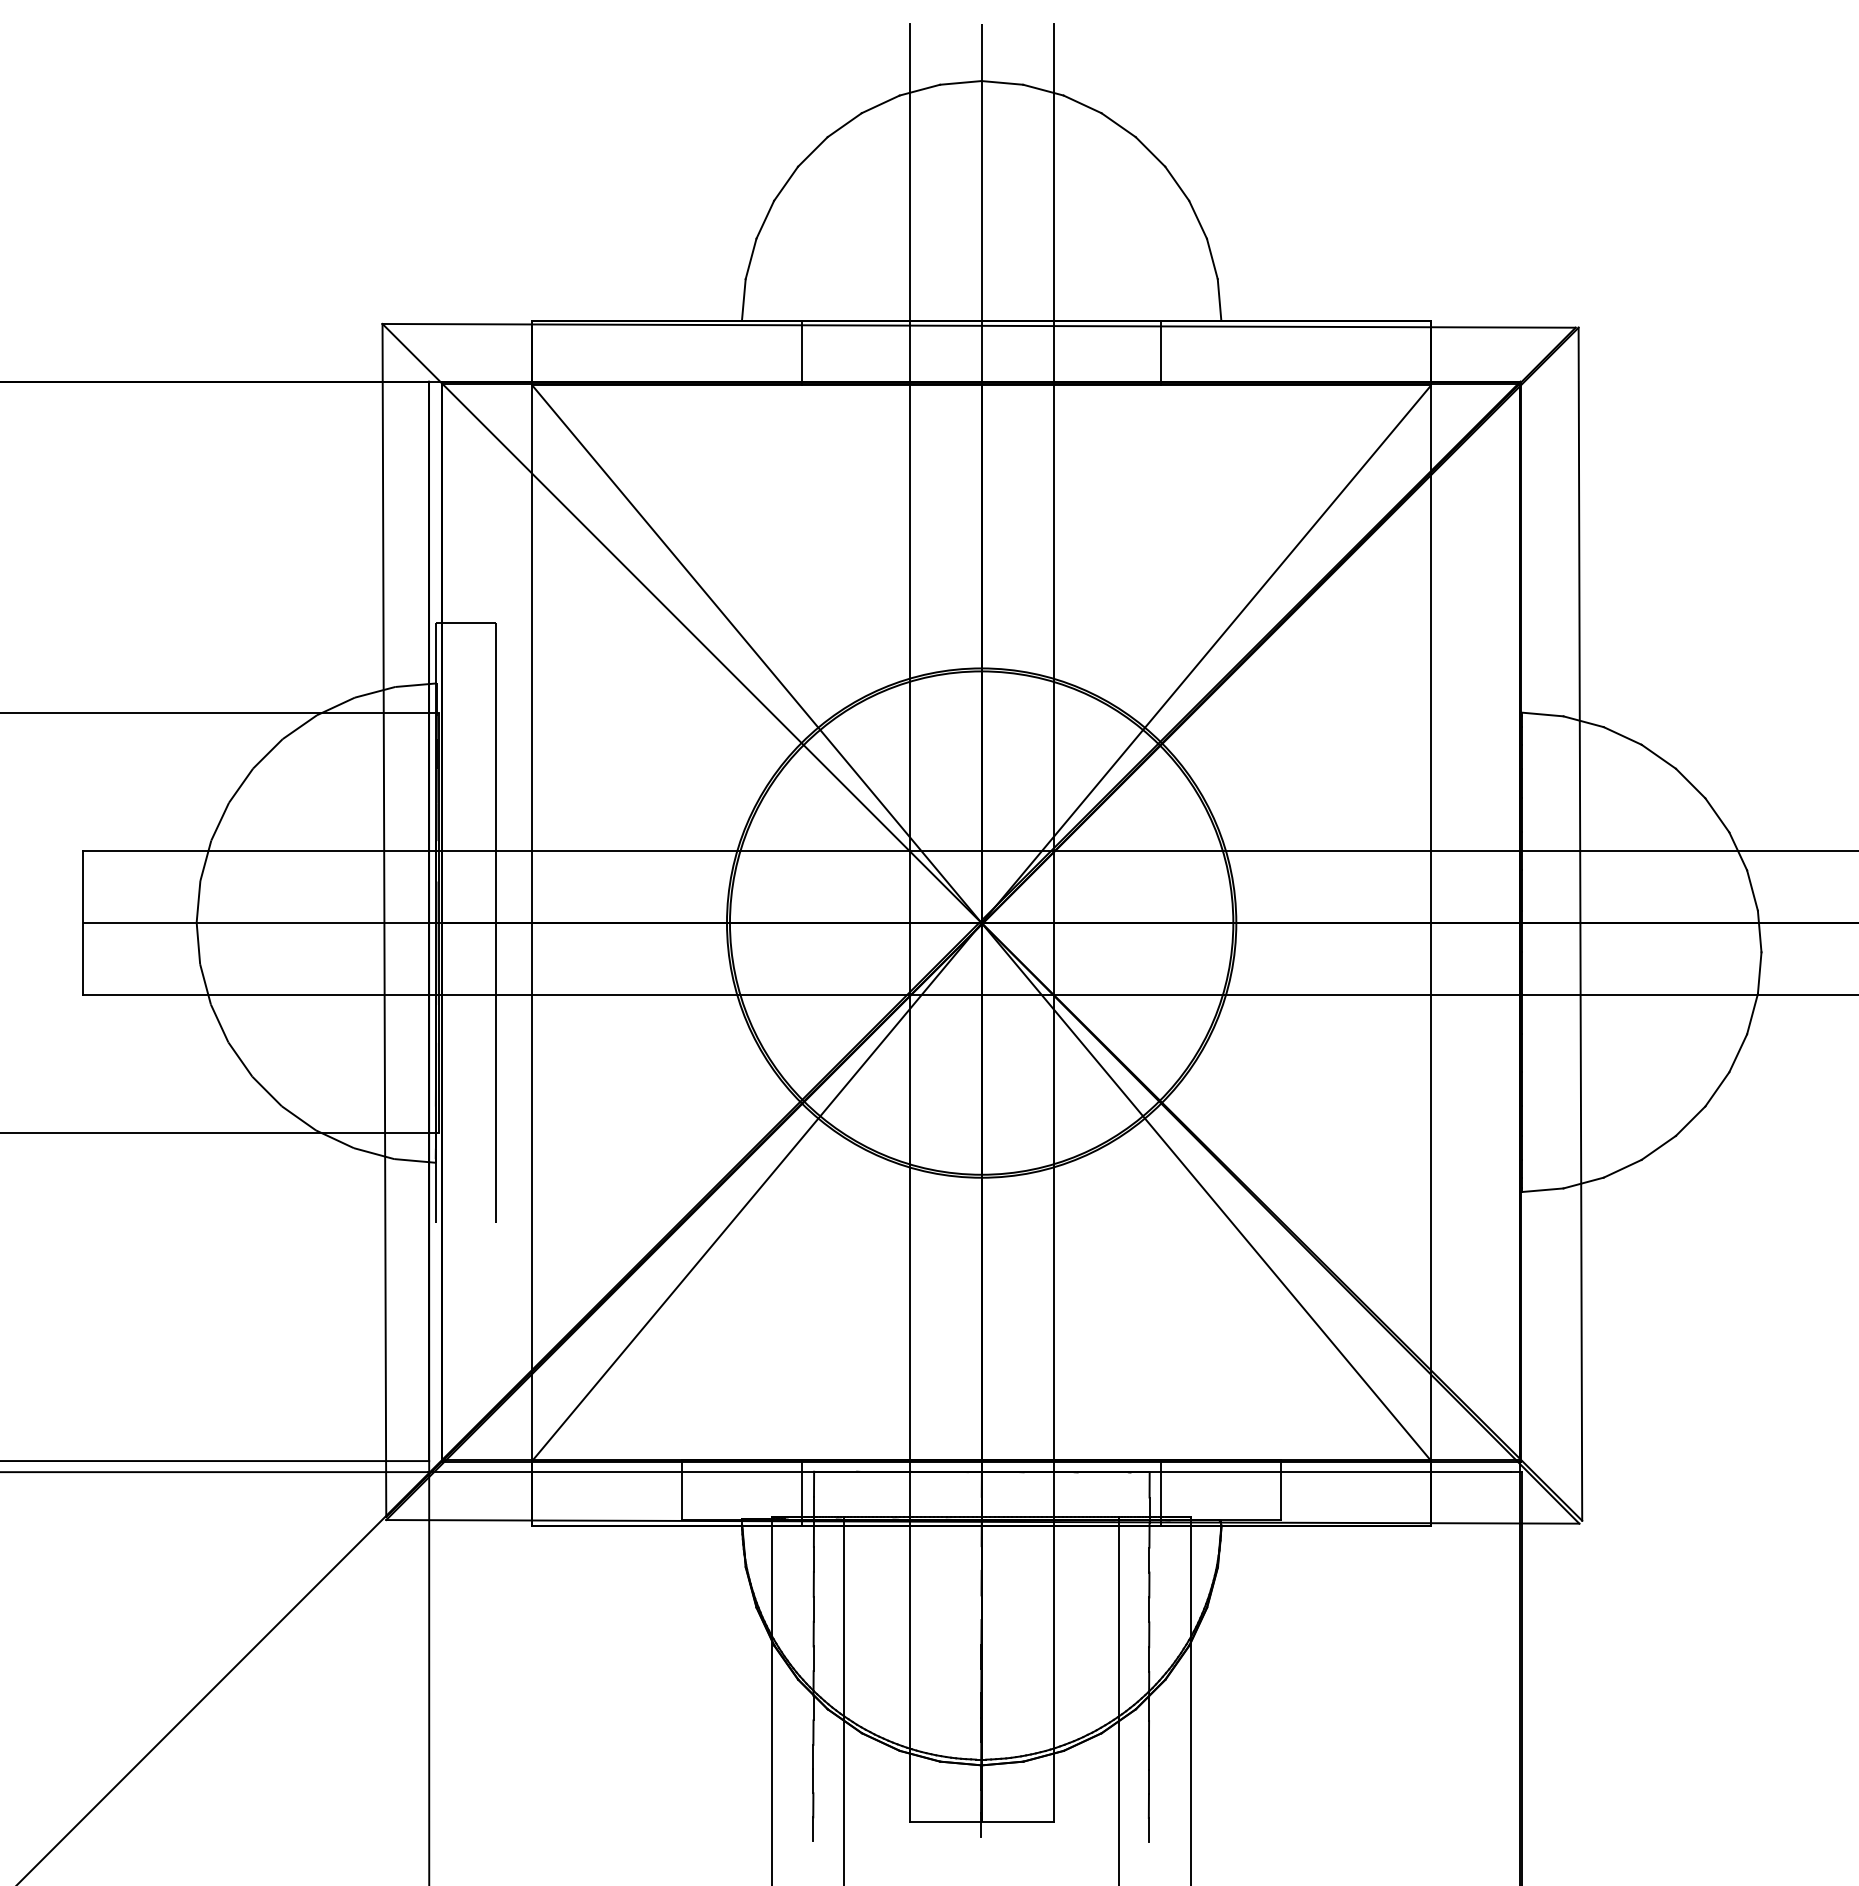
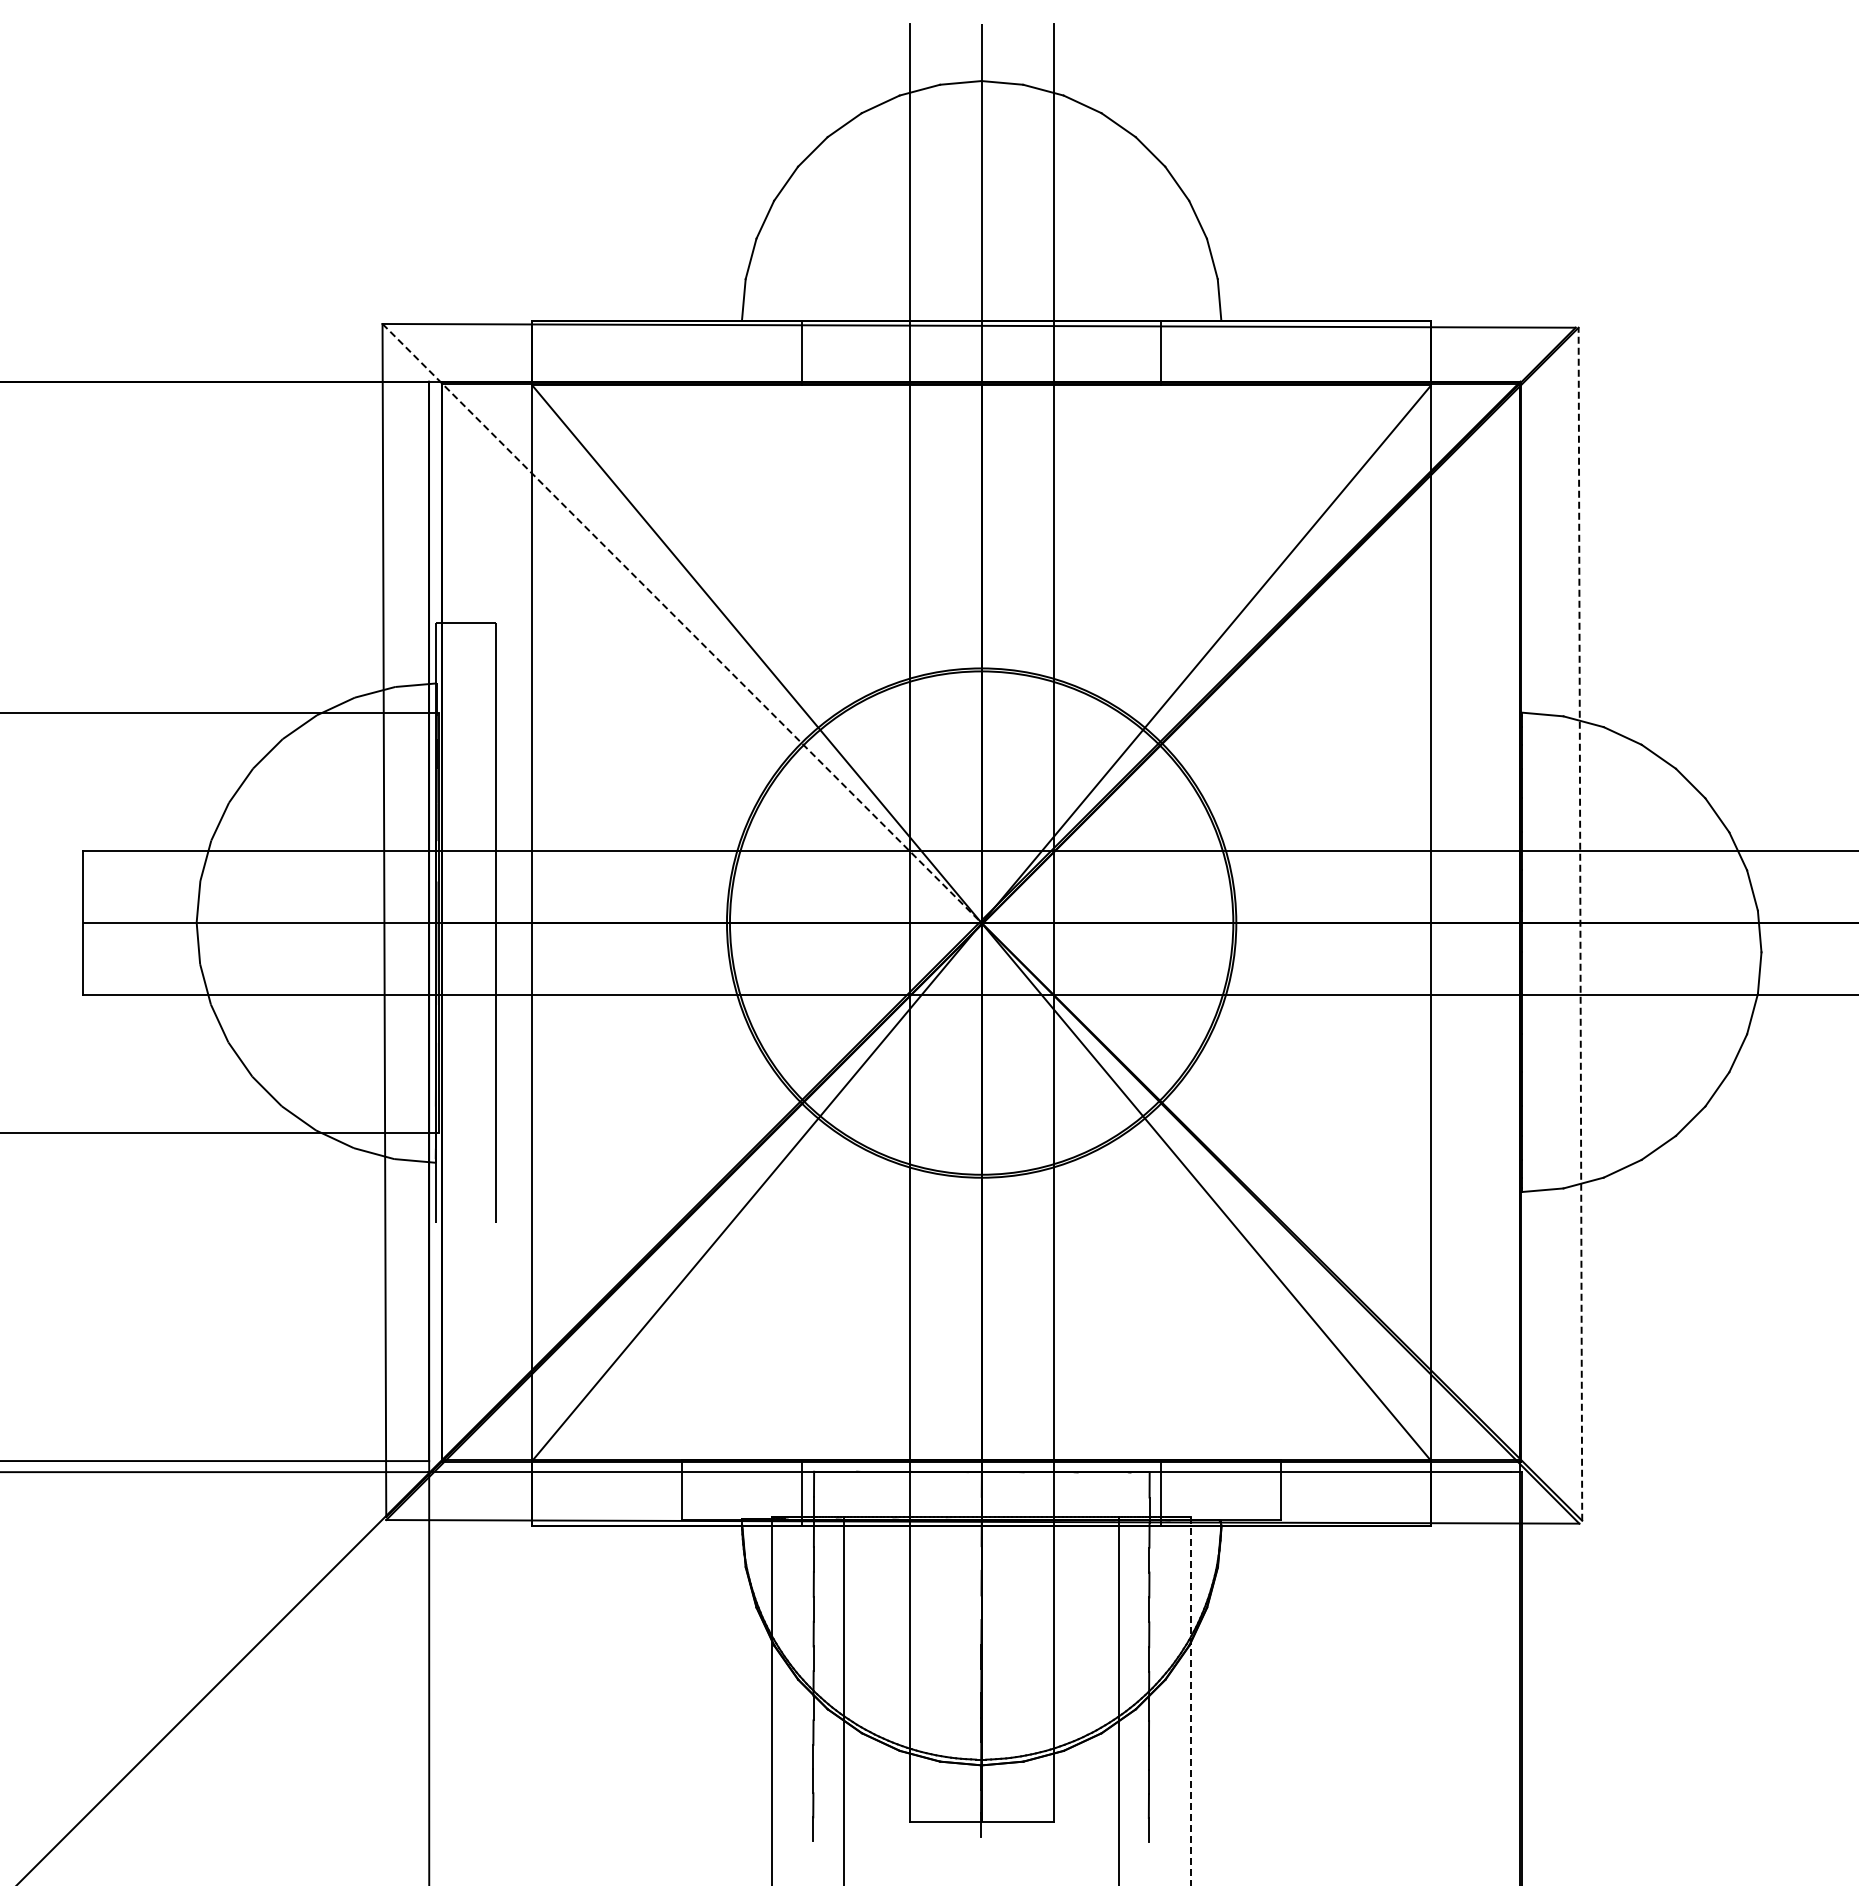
line at (682, 624): solid -> dashed
line at (1580, 924): solid -> dashed
line at (1191, 1701): solid -> dashed
